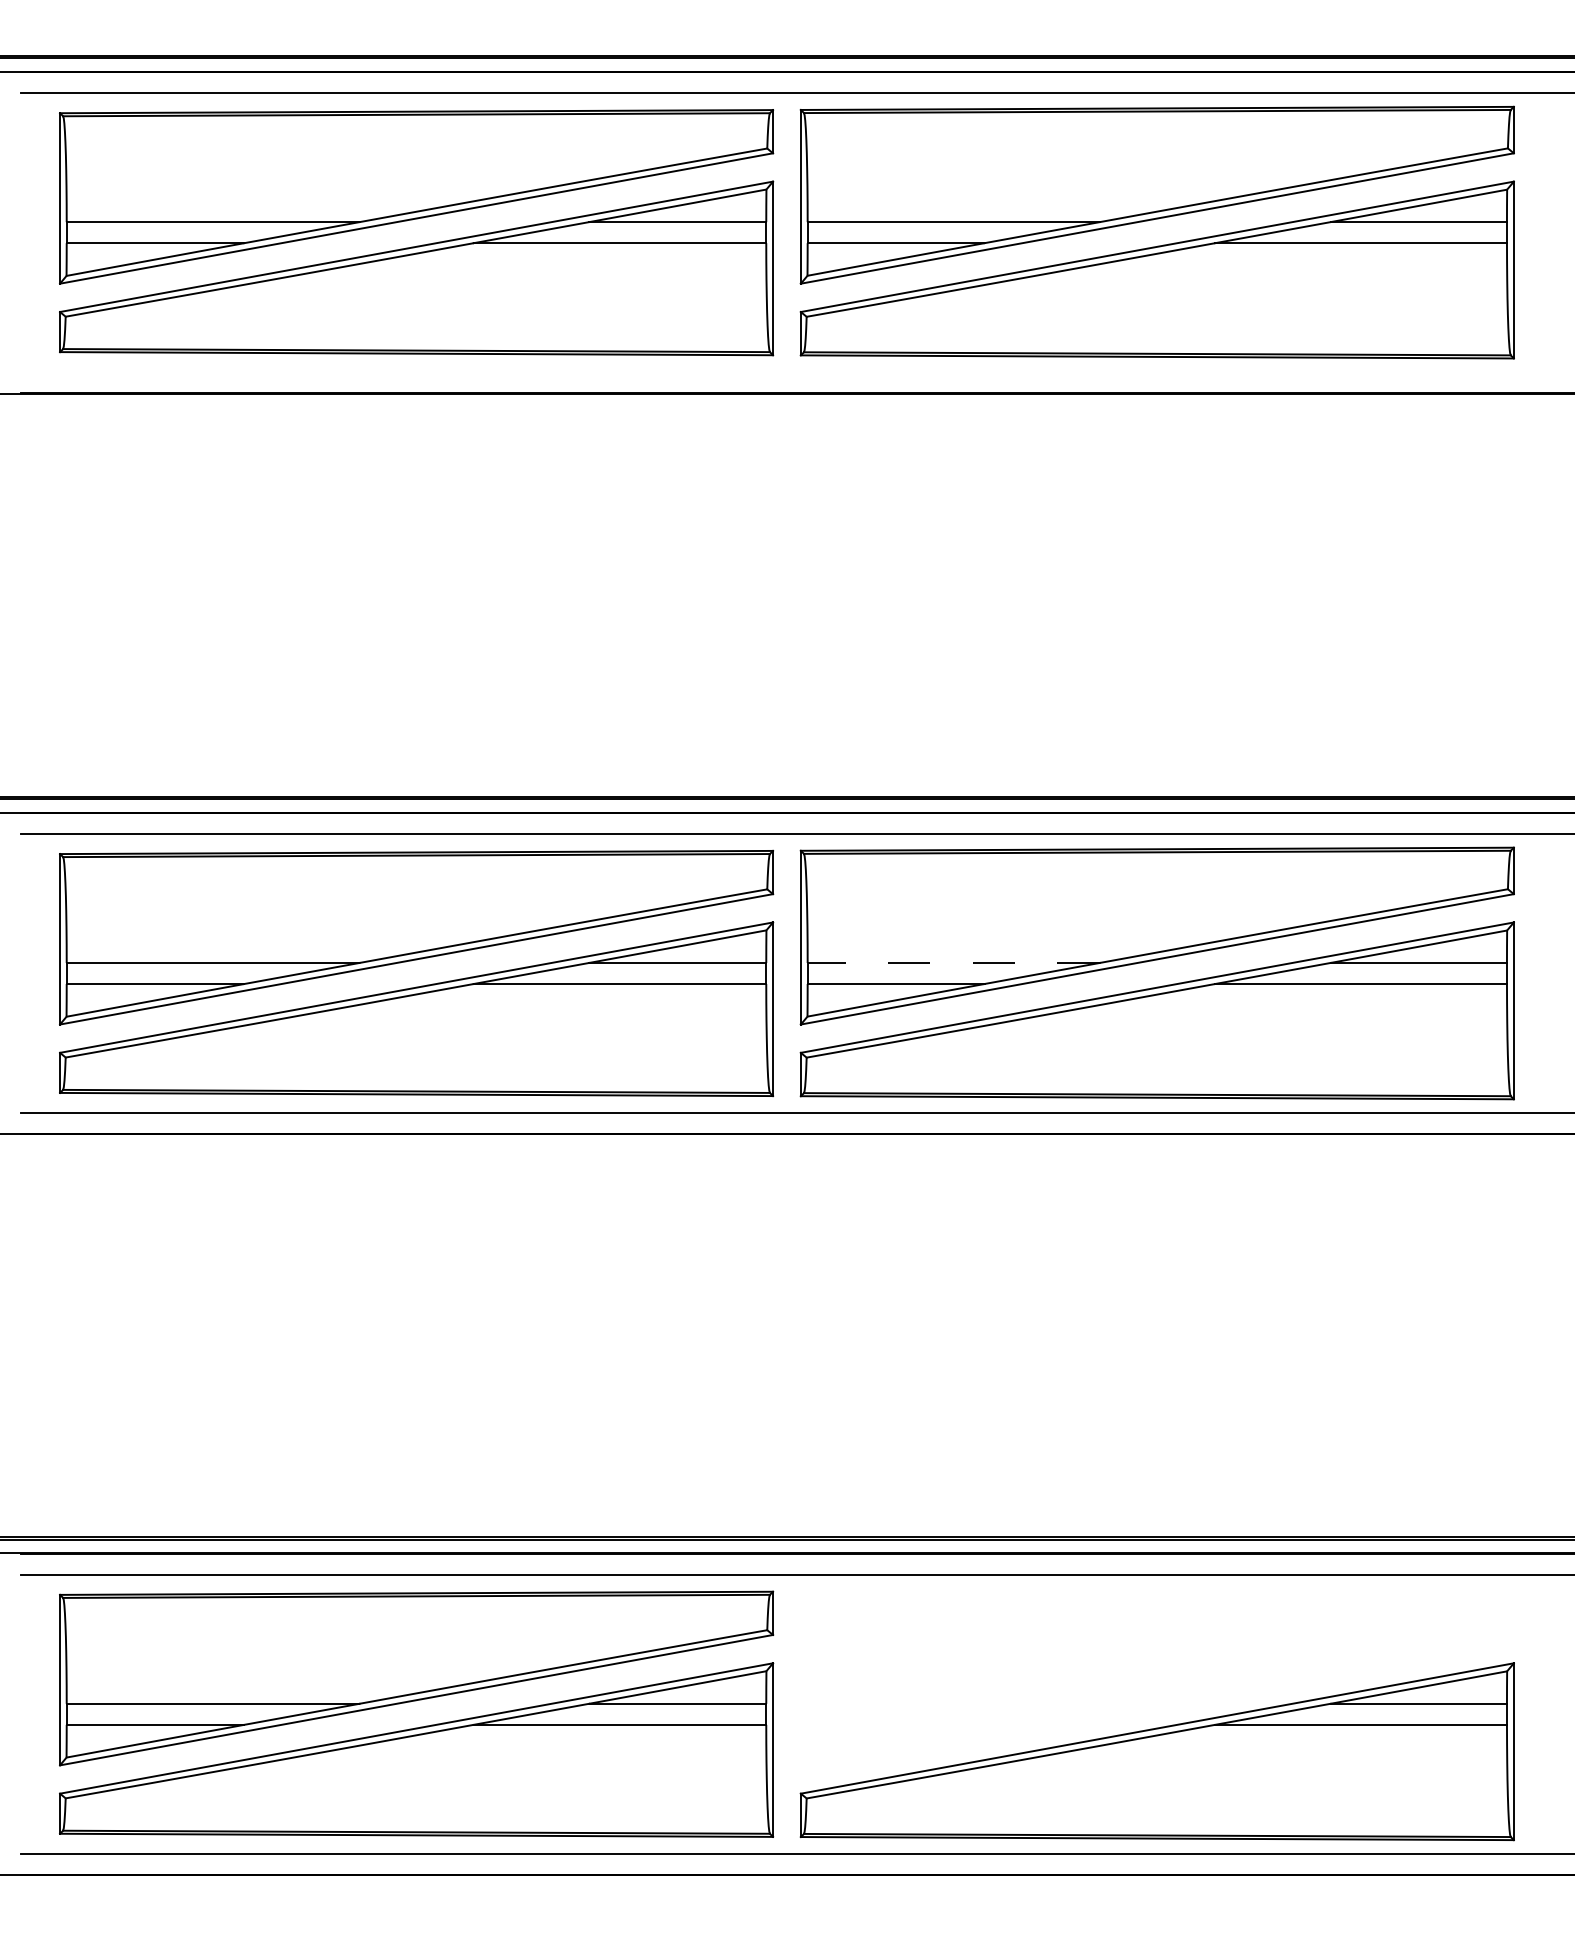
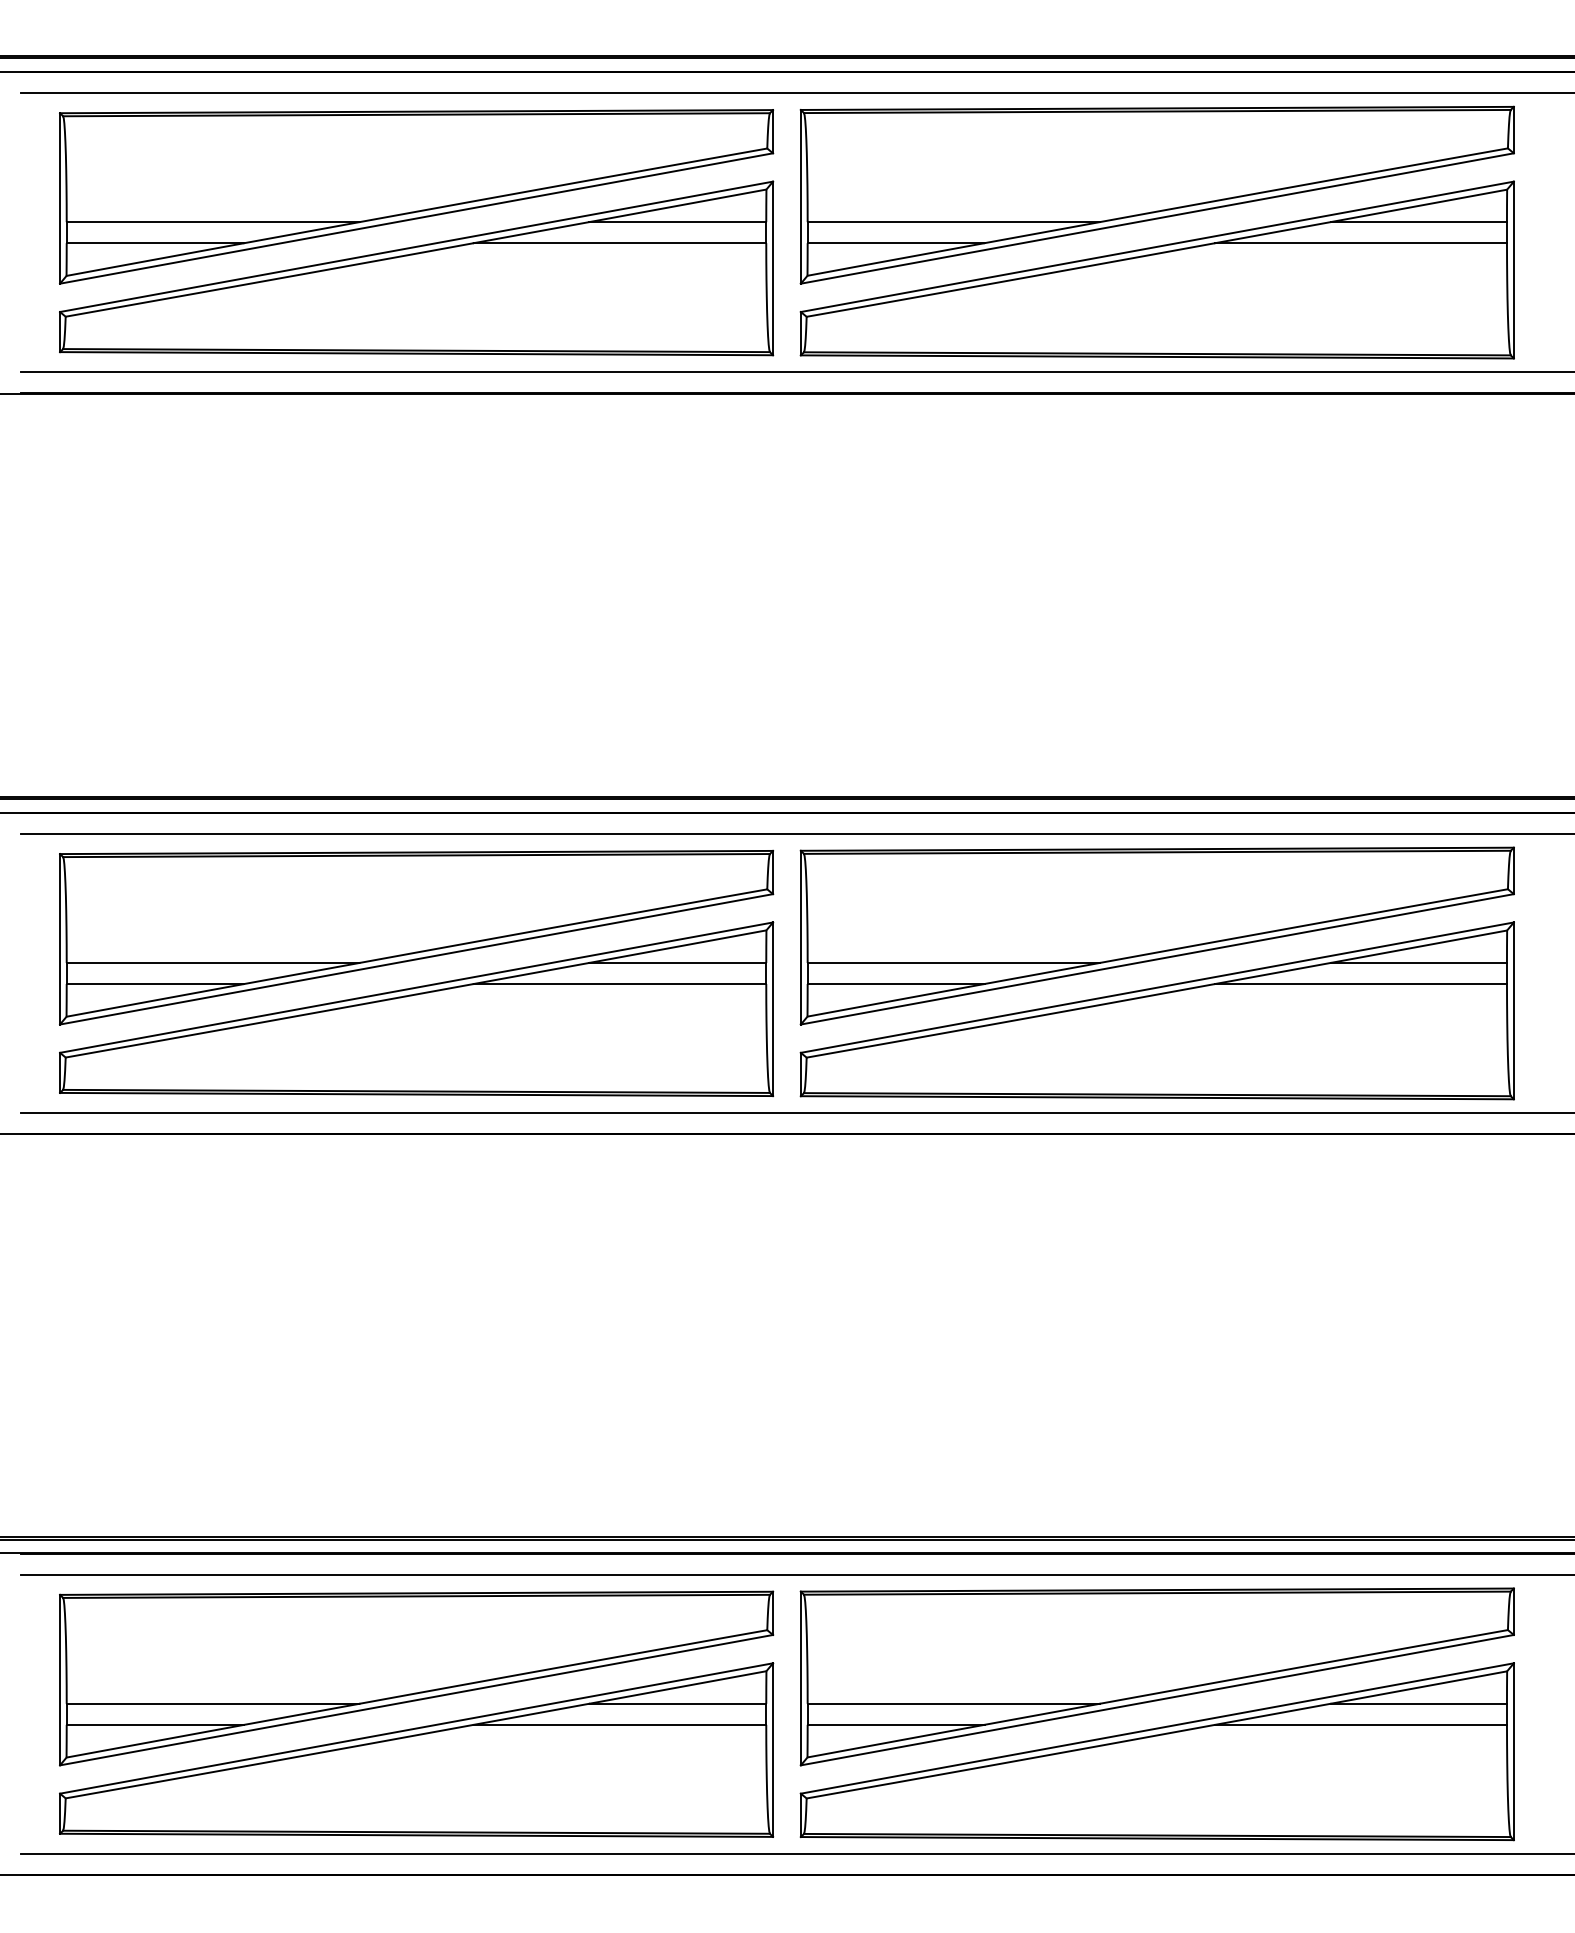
line at (795, 372): none -> present
line at (953, 962): dashed -> solid
part at (1156, 1676): none -> present
